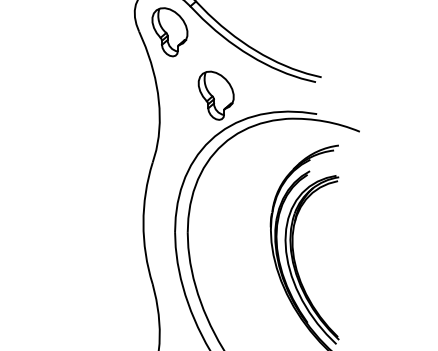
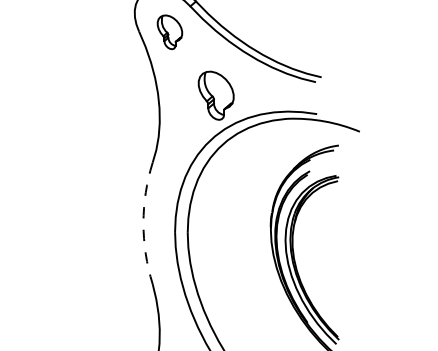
part at (169, 32) size: 38x51 px -> 28x37 px
arc at (143, 223): solid -> dashed
